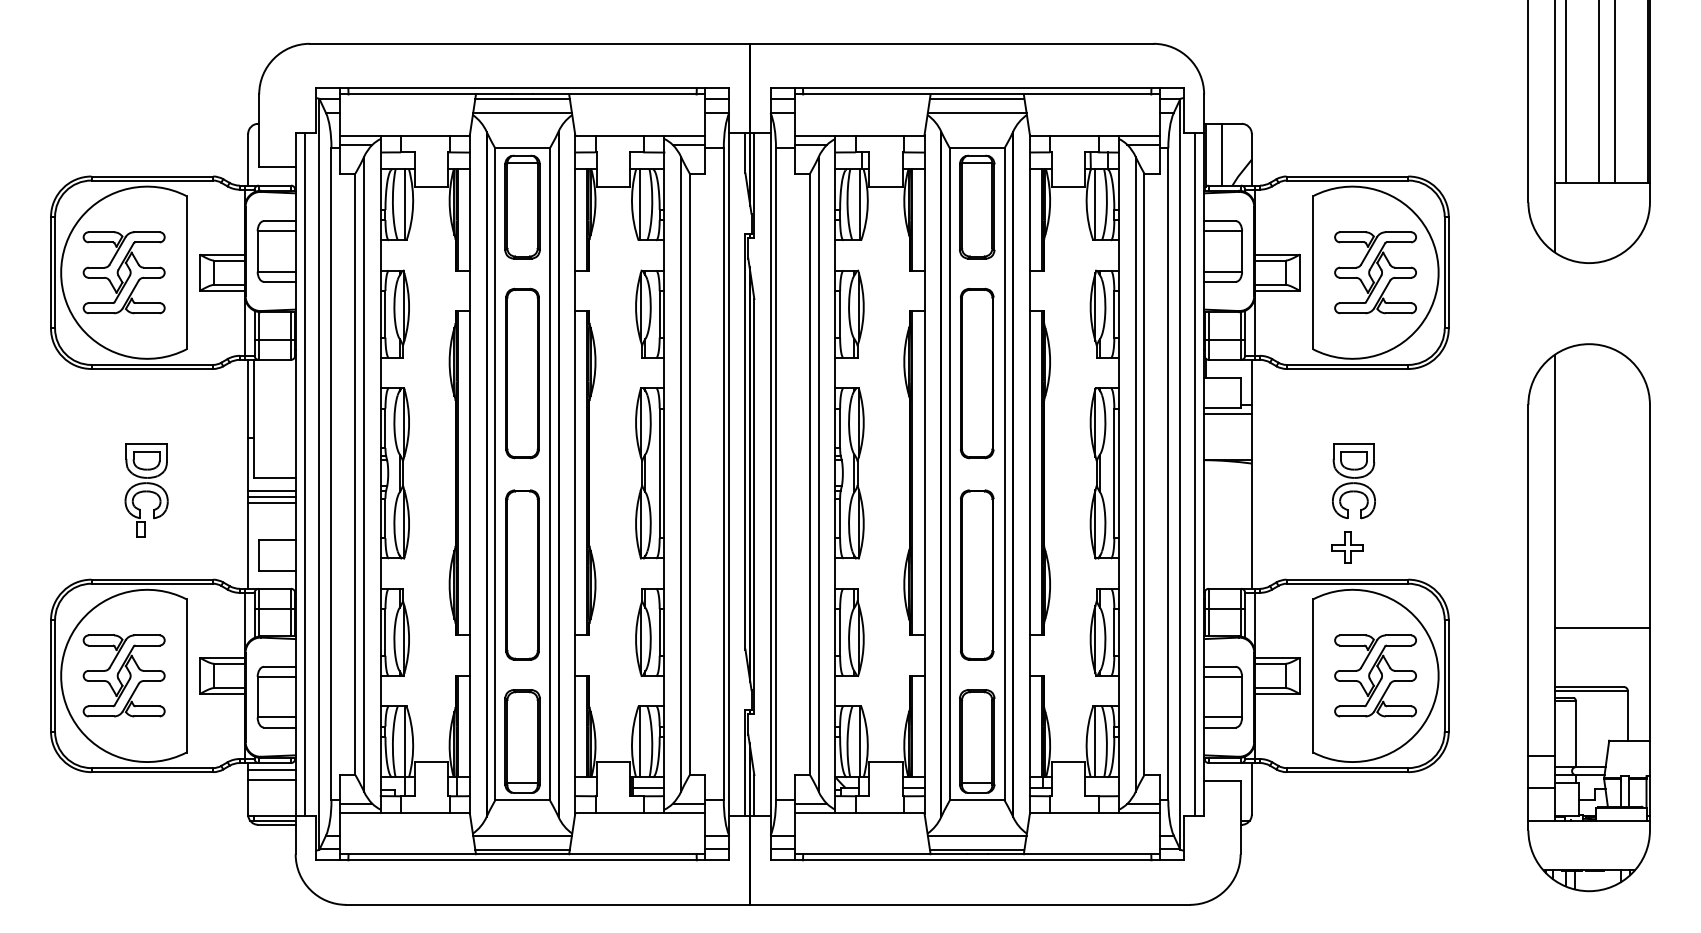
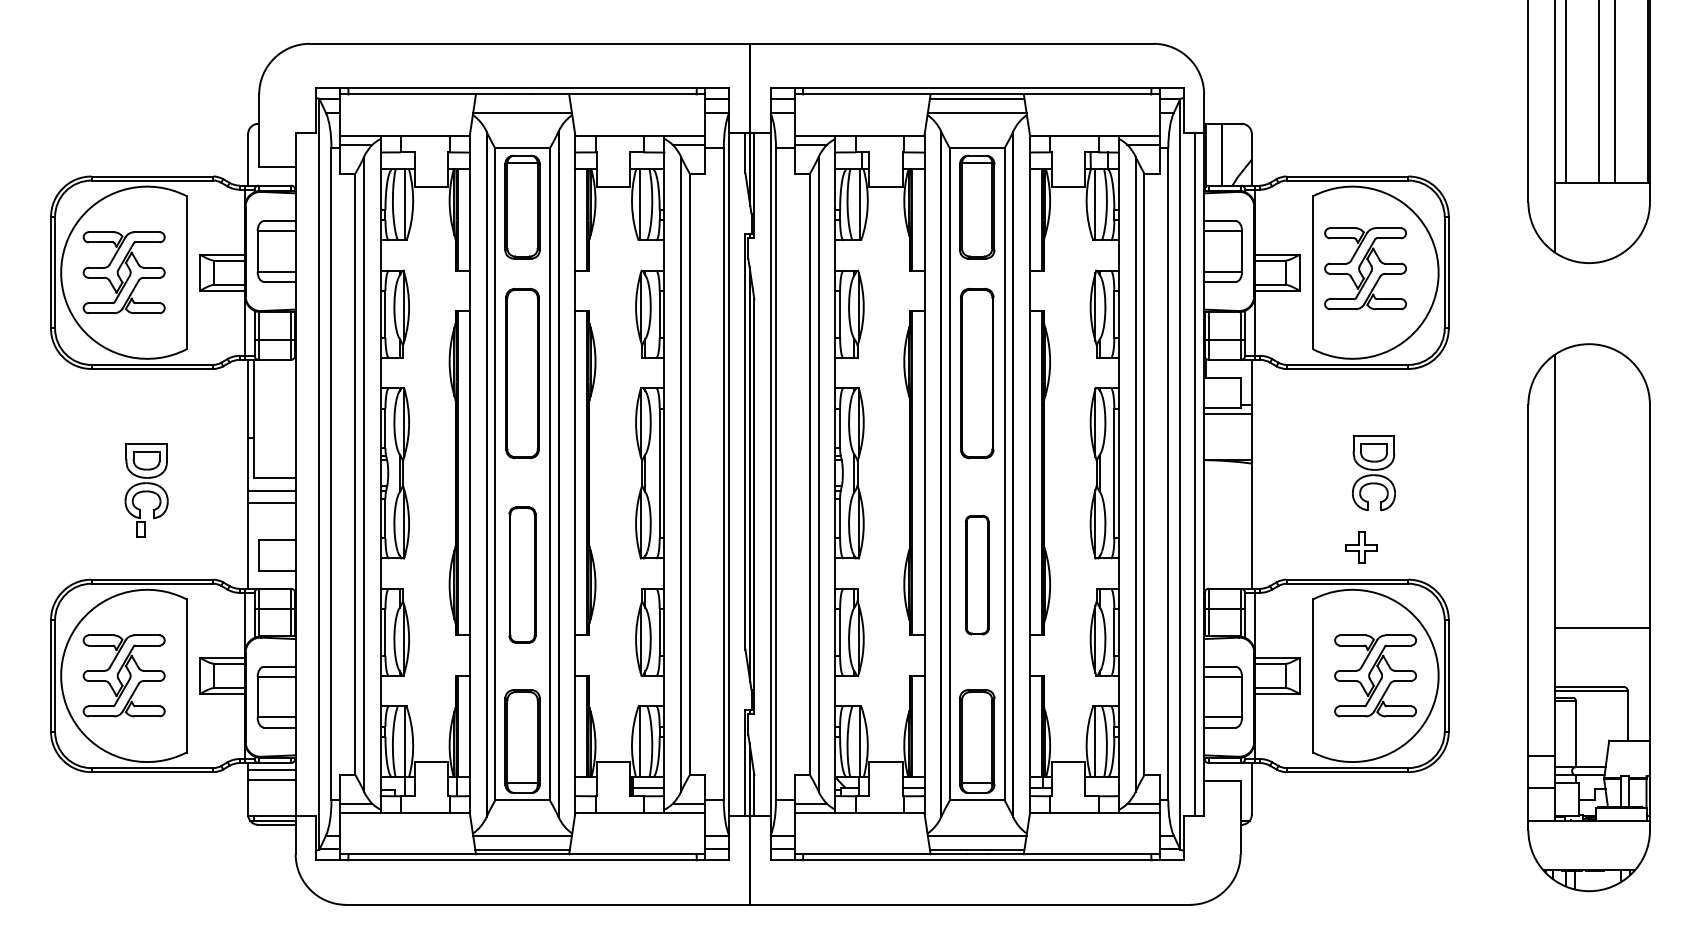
line at (522, 98): present -> none
part at (1375, 272) position: (1375, 272) -> (1365, 268)
line at (304, 473): present -> none
part at (1353, 481) position: (1353, 481) -> (1373, 473)
line at (271, 496): present -> none
part at (1347, 547) position: (1347, 547) -> (1361, 547)
part at (522, 574) size: 35x172 px -> 29x138 px
part at (977, 574) size: 35x172 px -> 26x122 px
